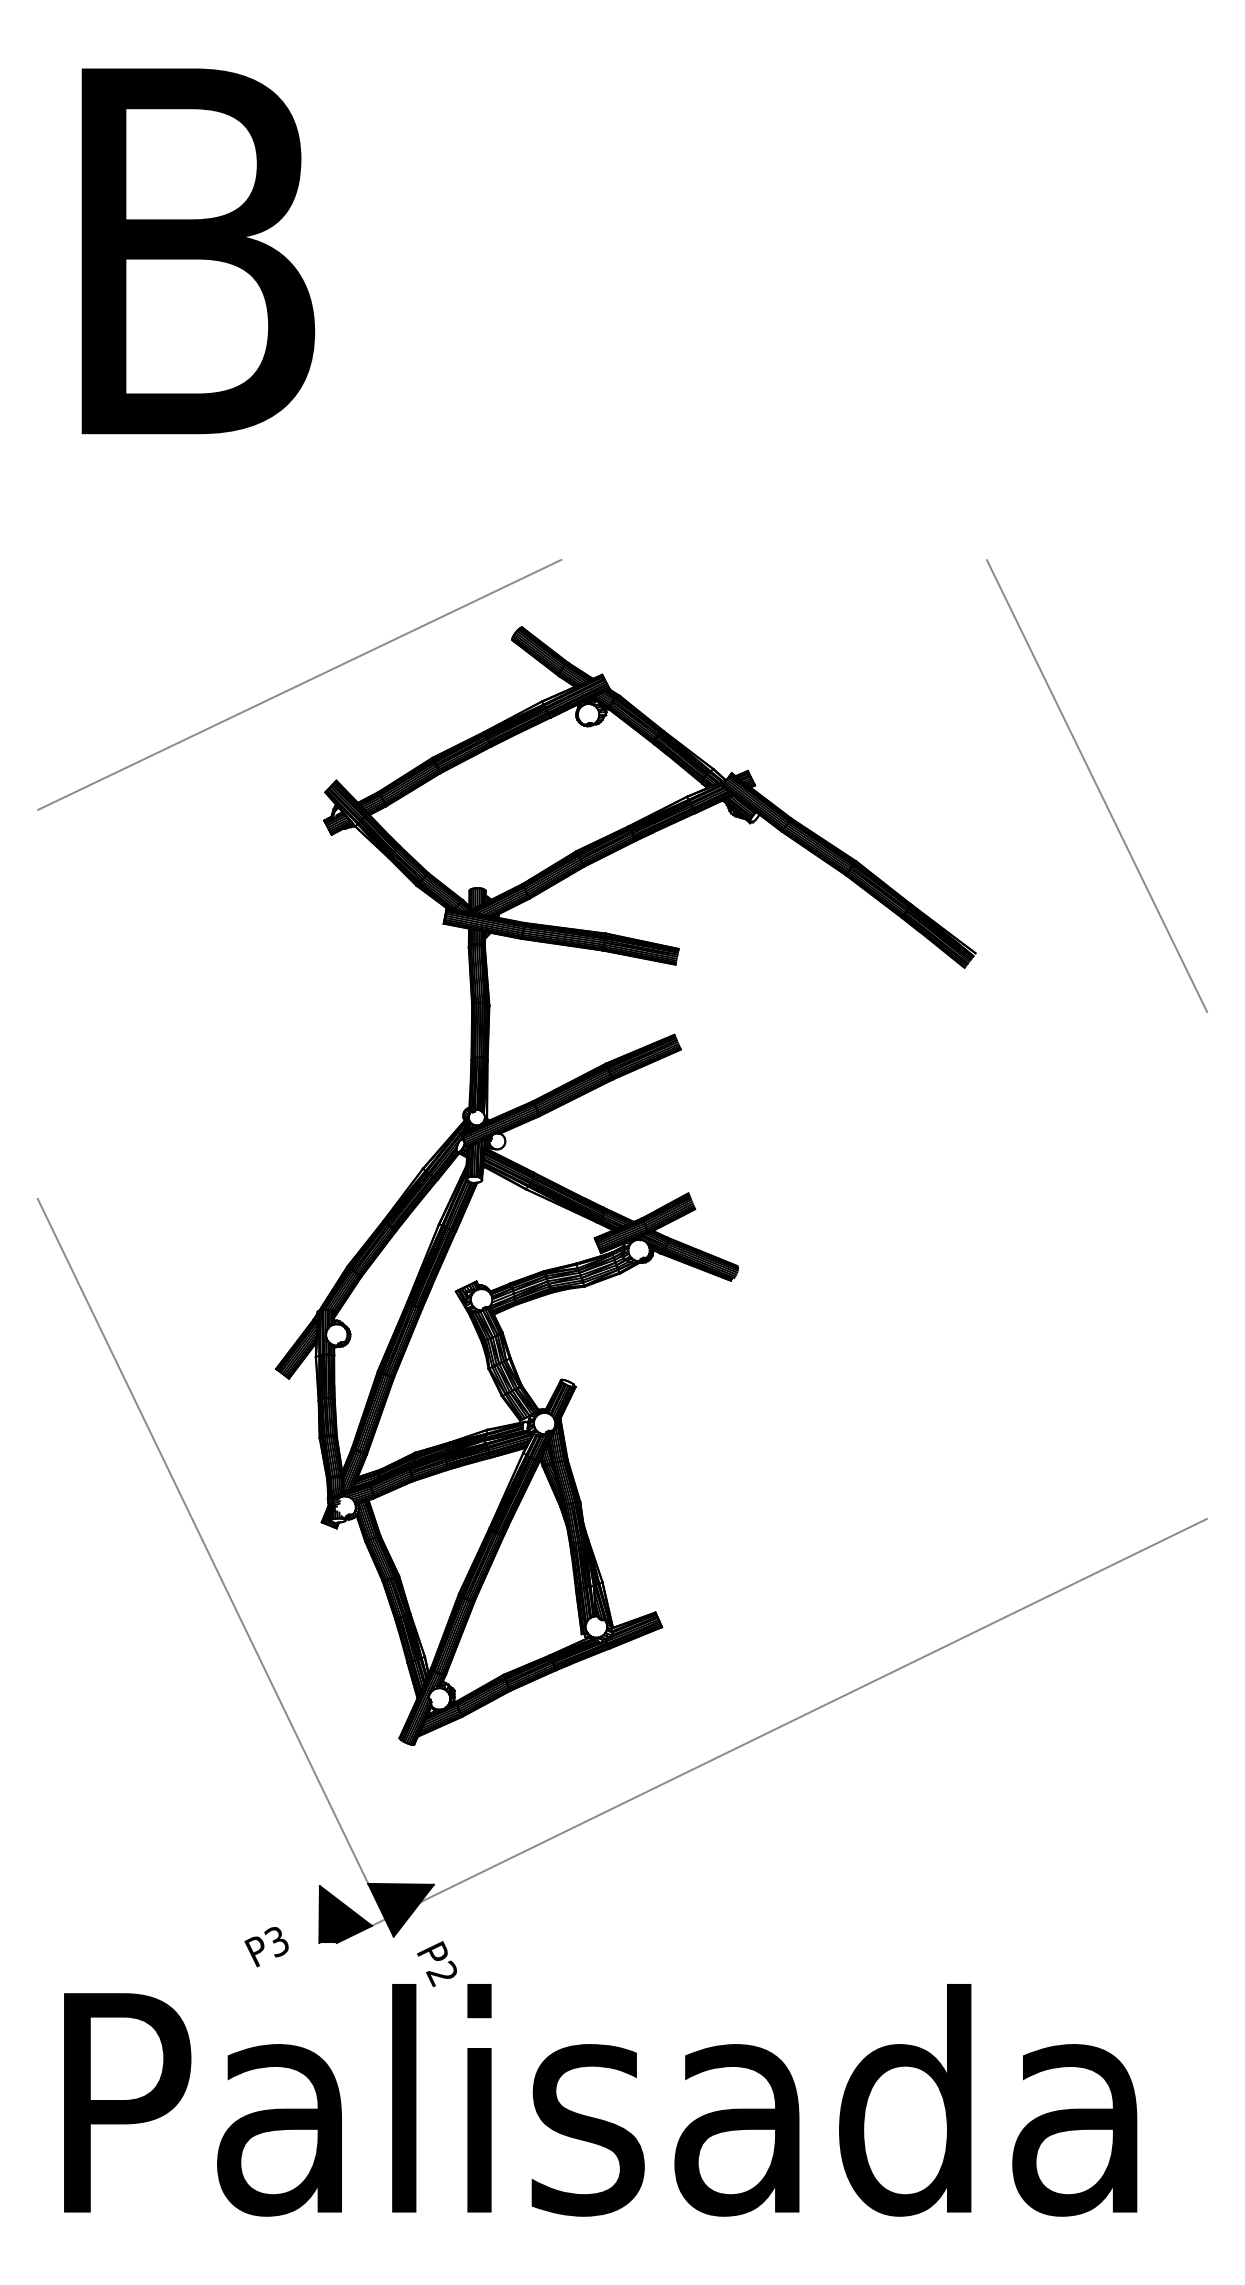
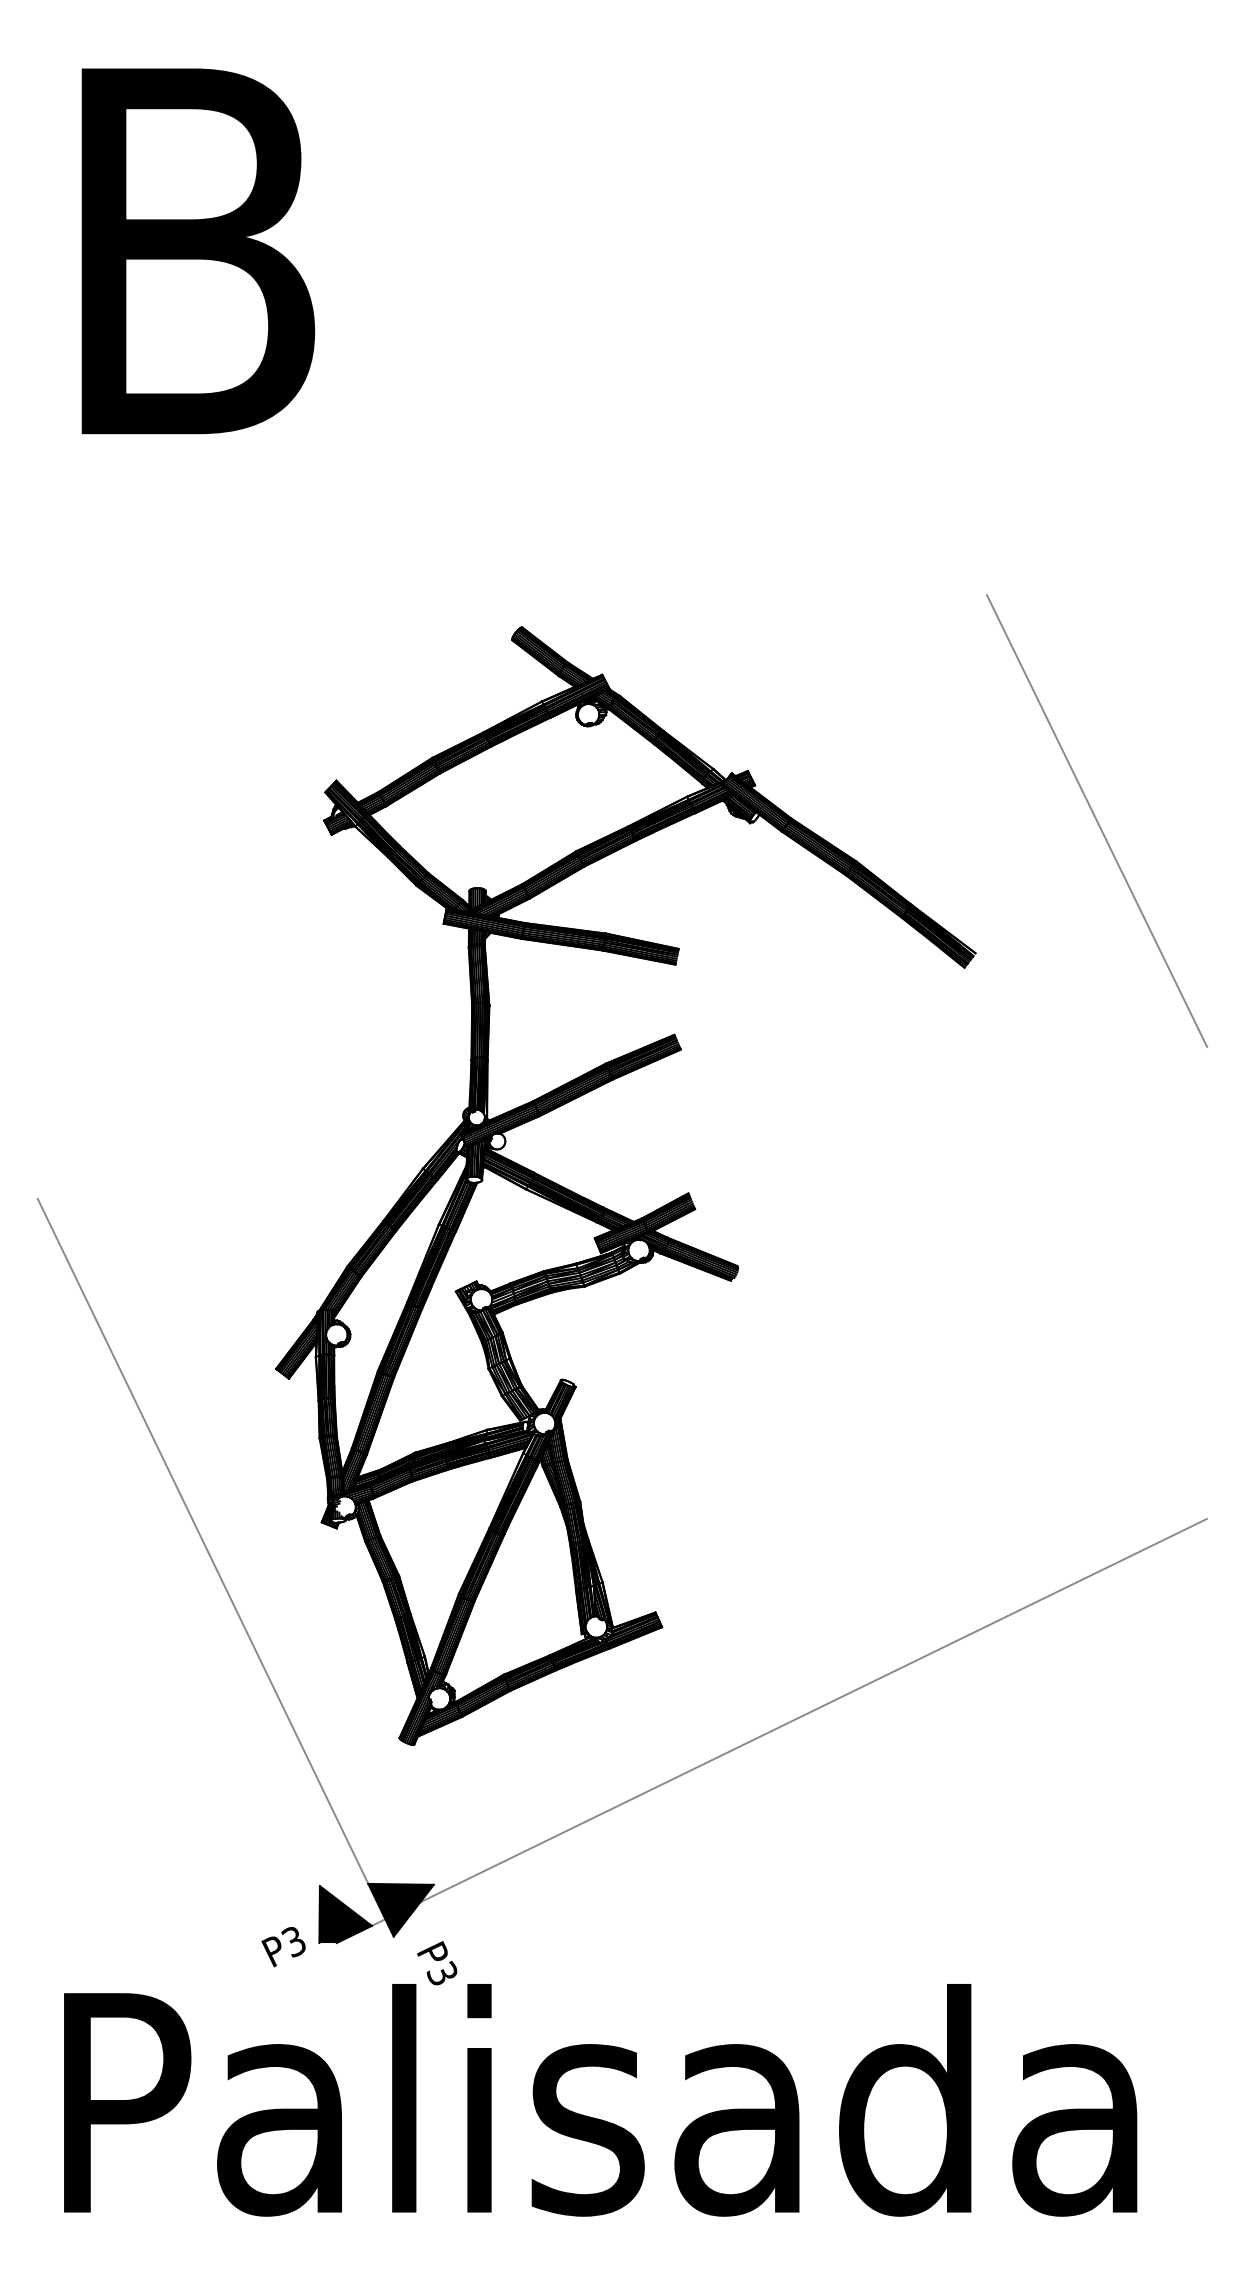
line at (299, 684): present -> none
line at (1096, 785) position: (1096, 785) -> (1096, 820)
text at (266, 1947) position: (266, 1947) -> (283, 1947)
text at (441, 1973): P2 -> P3
